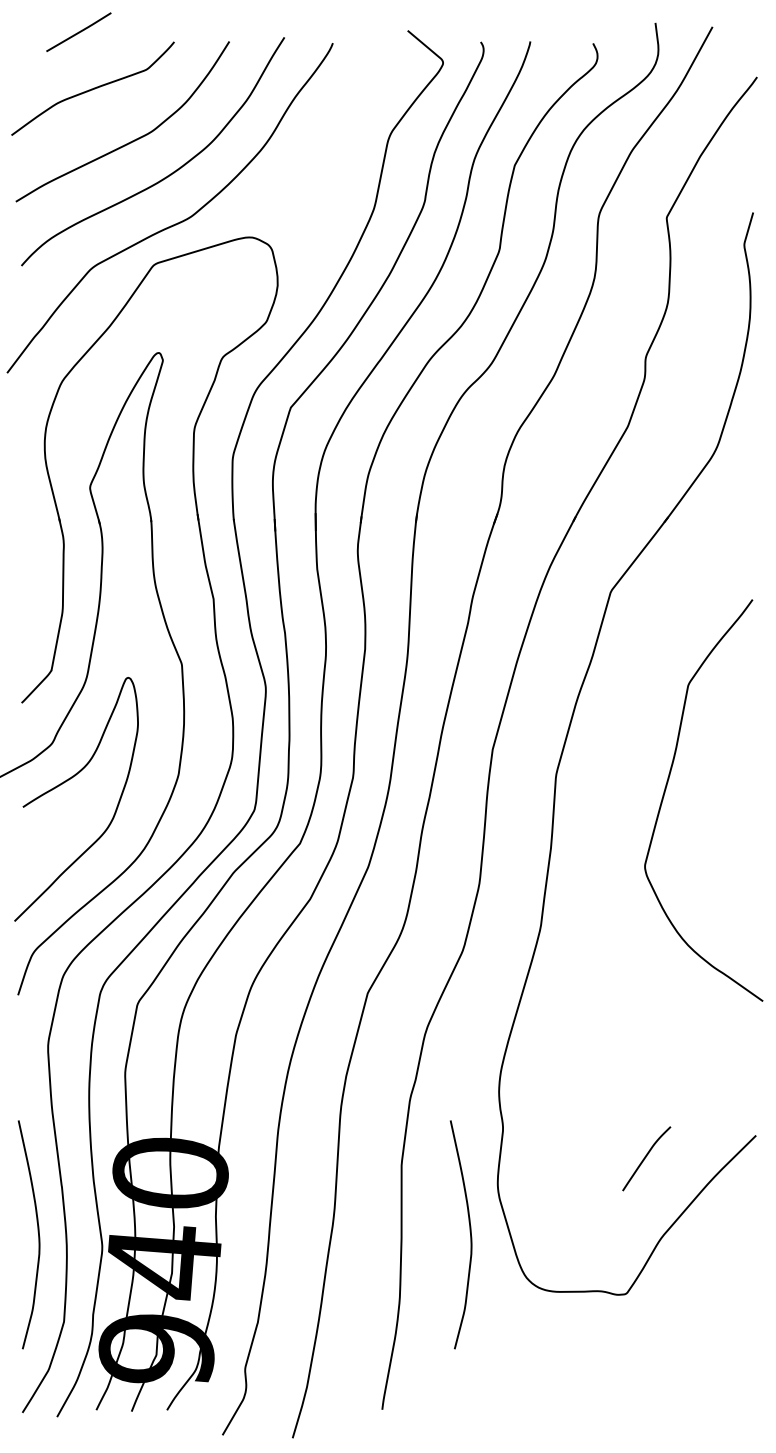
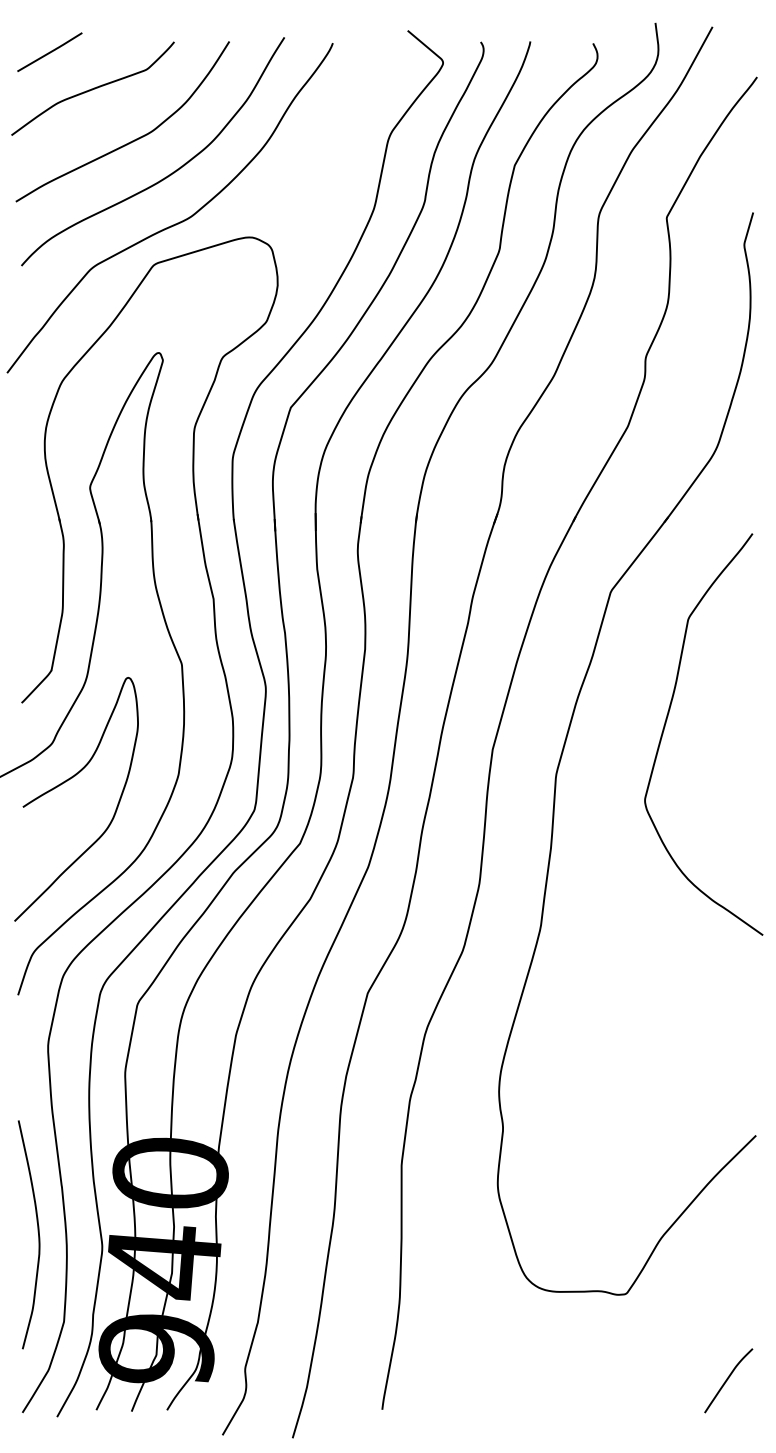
line at (78, 31) position: (78, 31) -> (49, 51)
curve at (666, 789) position: (666, 789) -> (666, 723)
curve at (646, 1157) position: (646, 1157) -> (728, 1379)
curve at (469, 1232): present -> none
